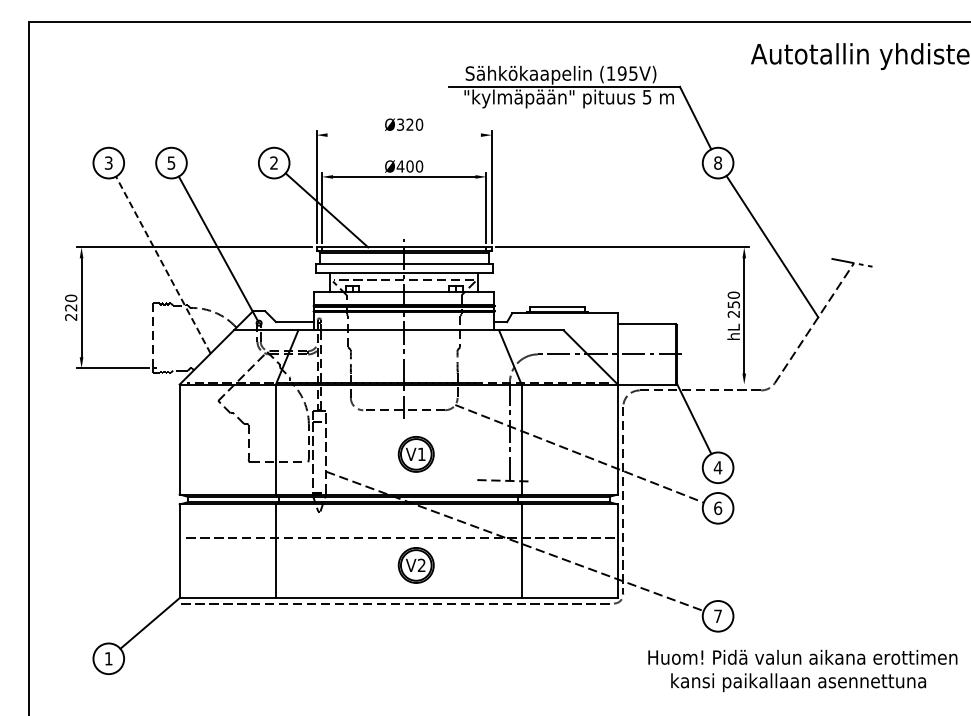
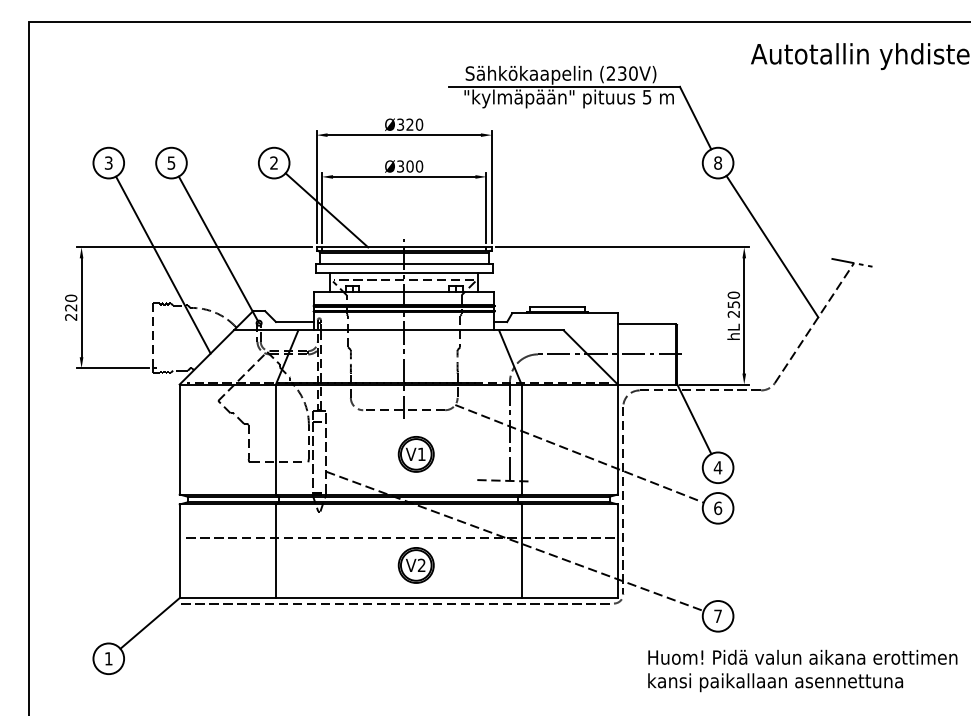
text at (621, 73): (195V) -> (230V)
line at (403, 135): none -> present
text at (400, 166): Ø400 -> Ø300
line at (163, 264): dashed -> solid
line at (714, 384): none -> present
text at (798, 682) position: (798, 682) -> (775, 682)
